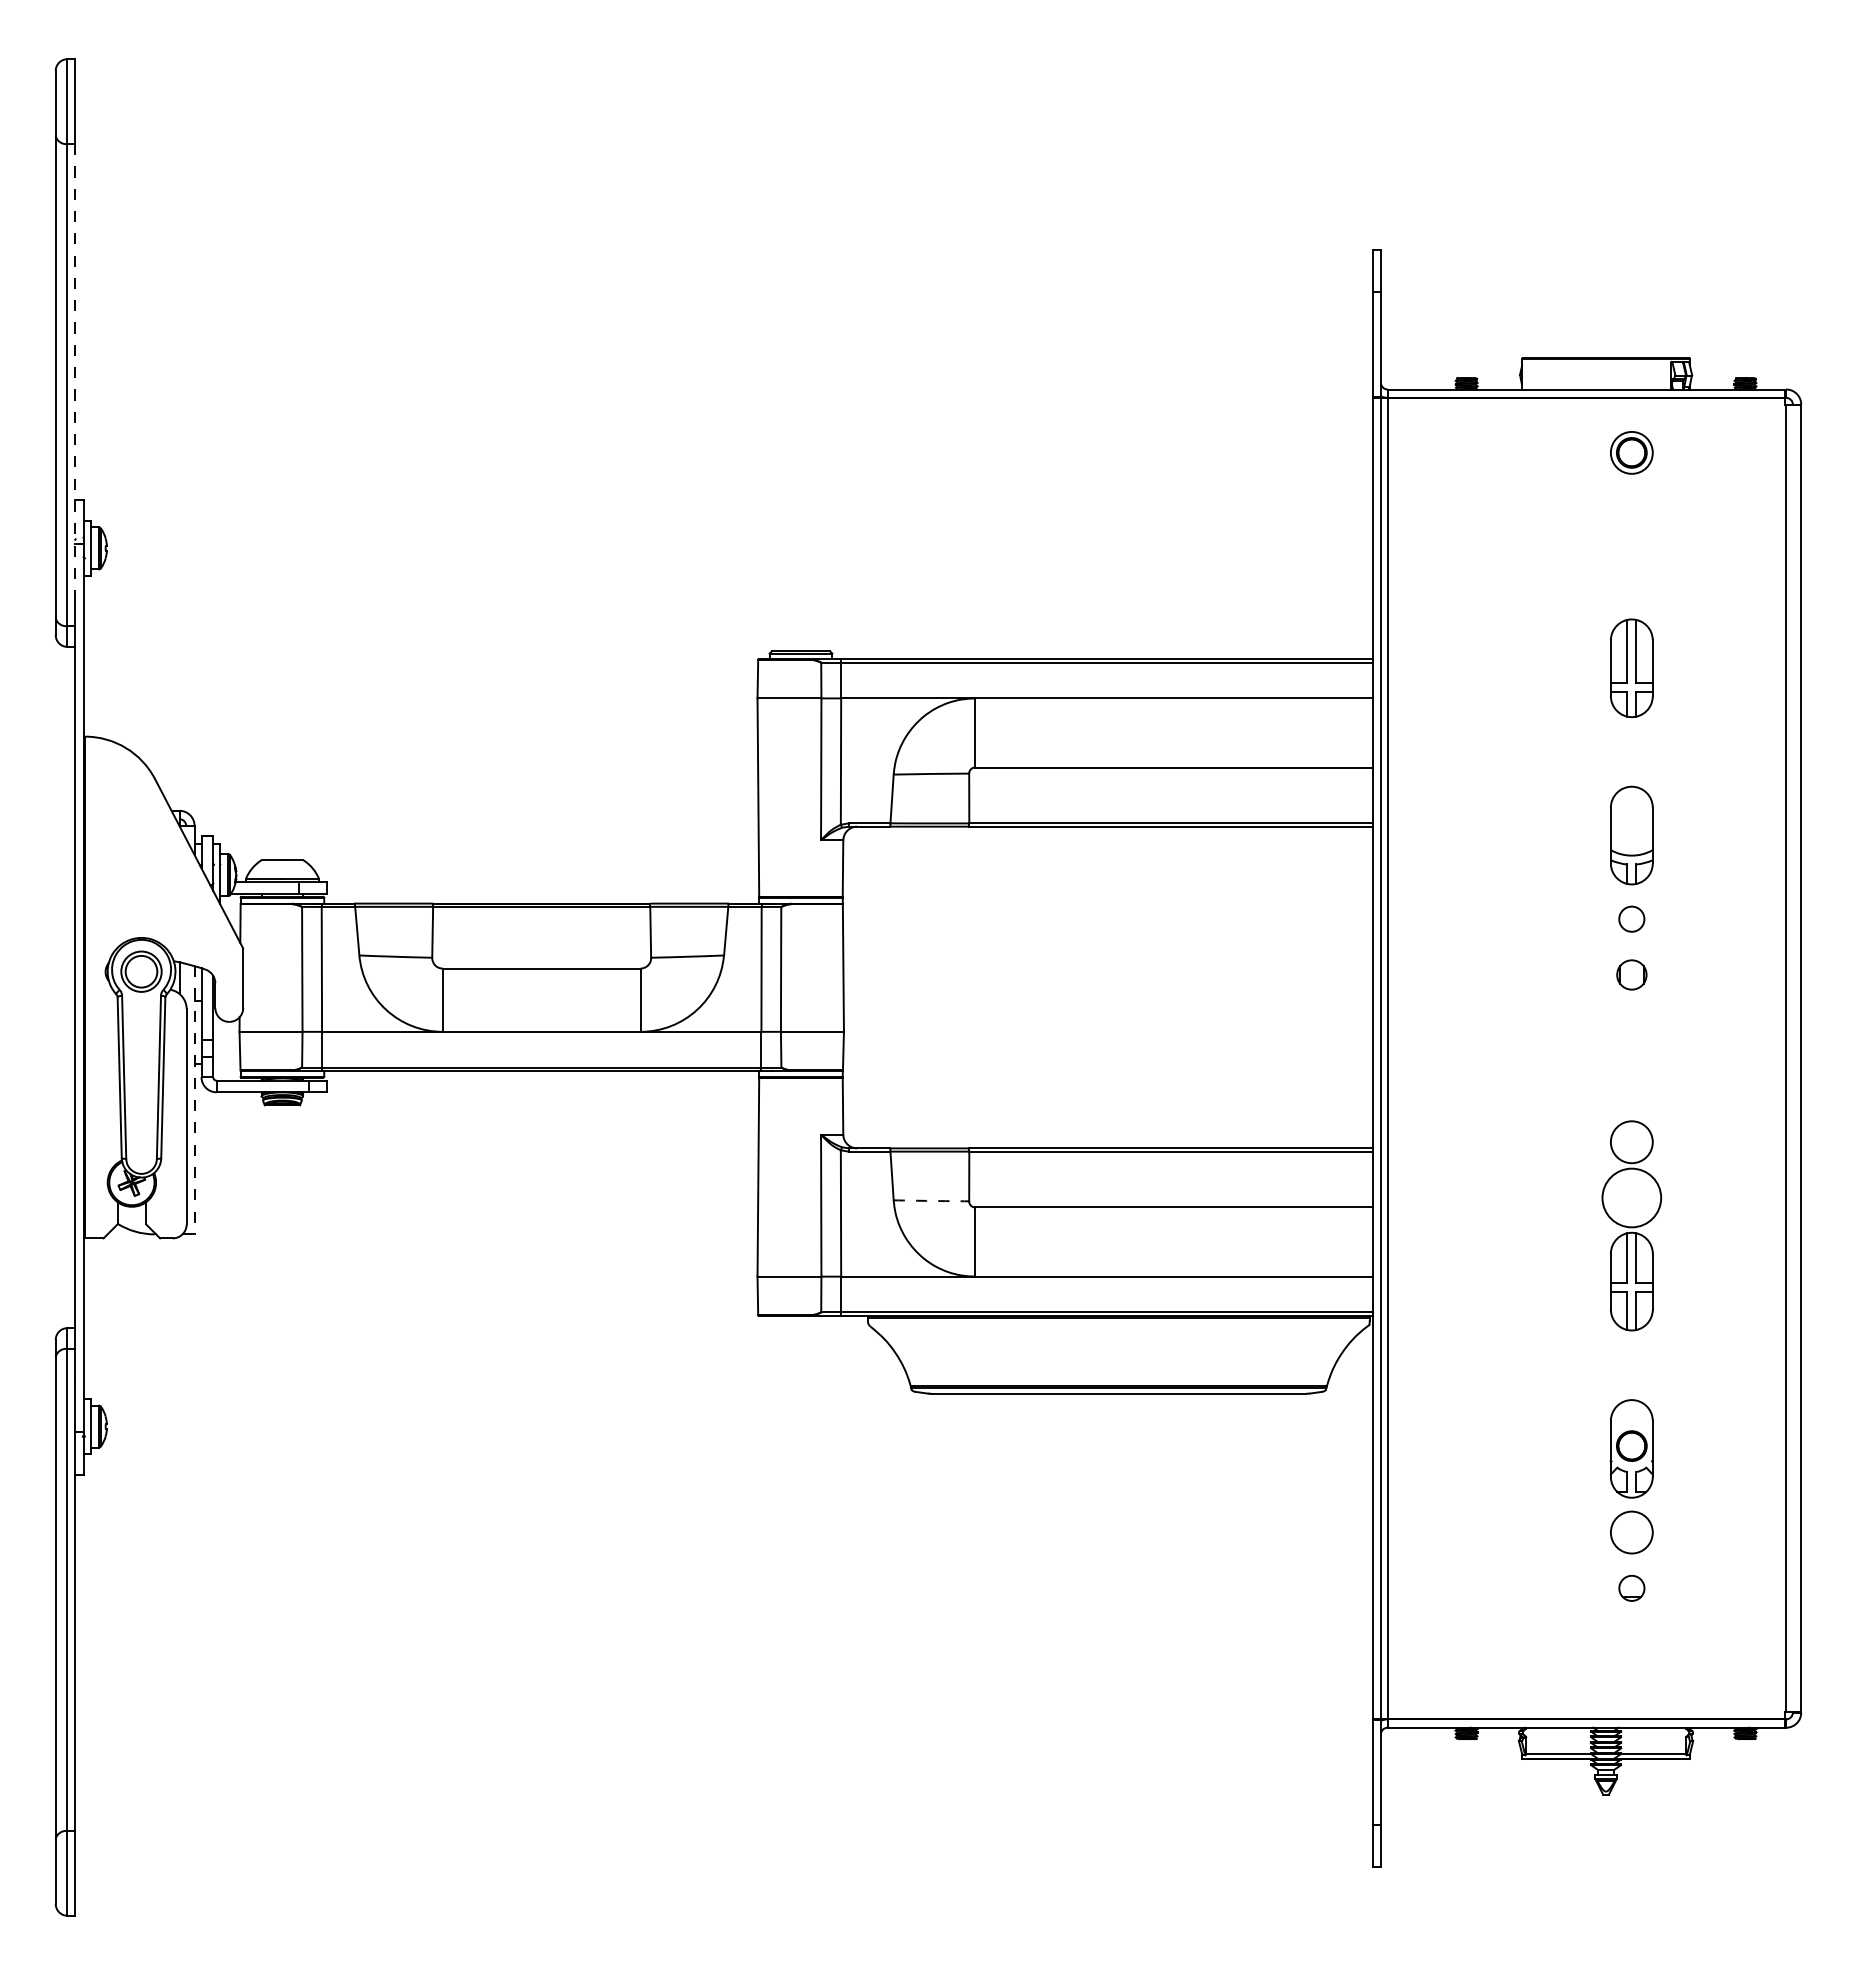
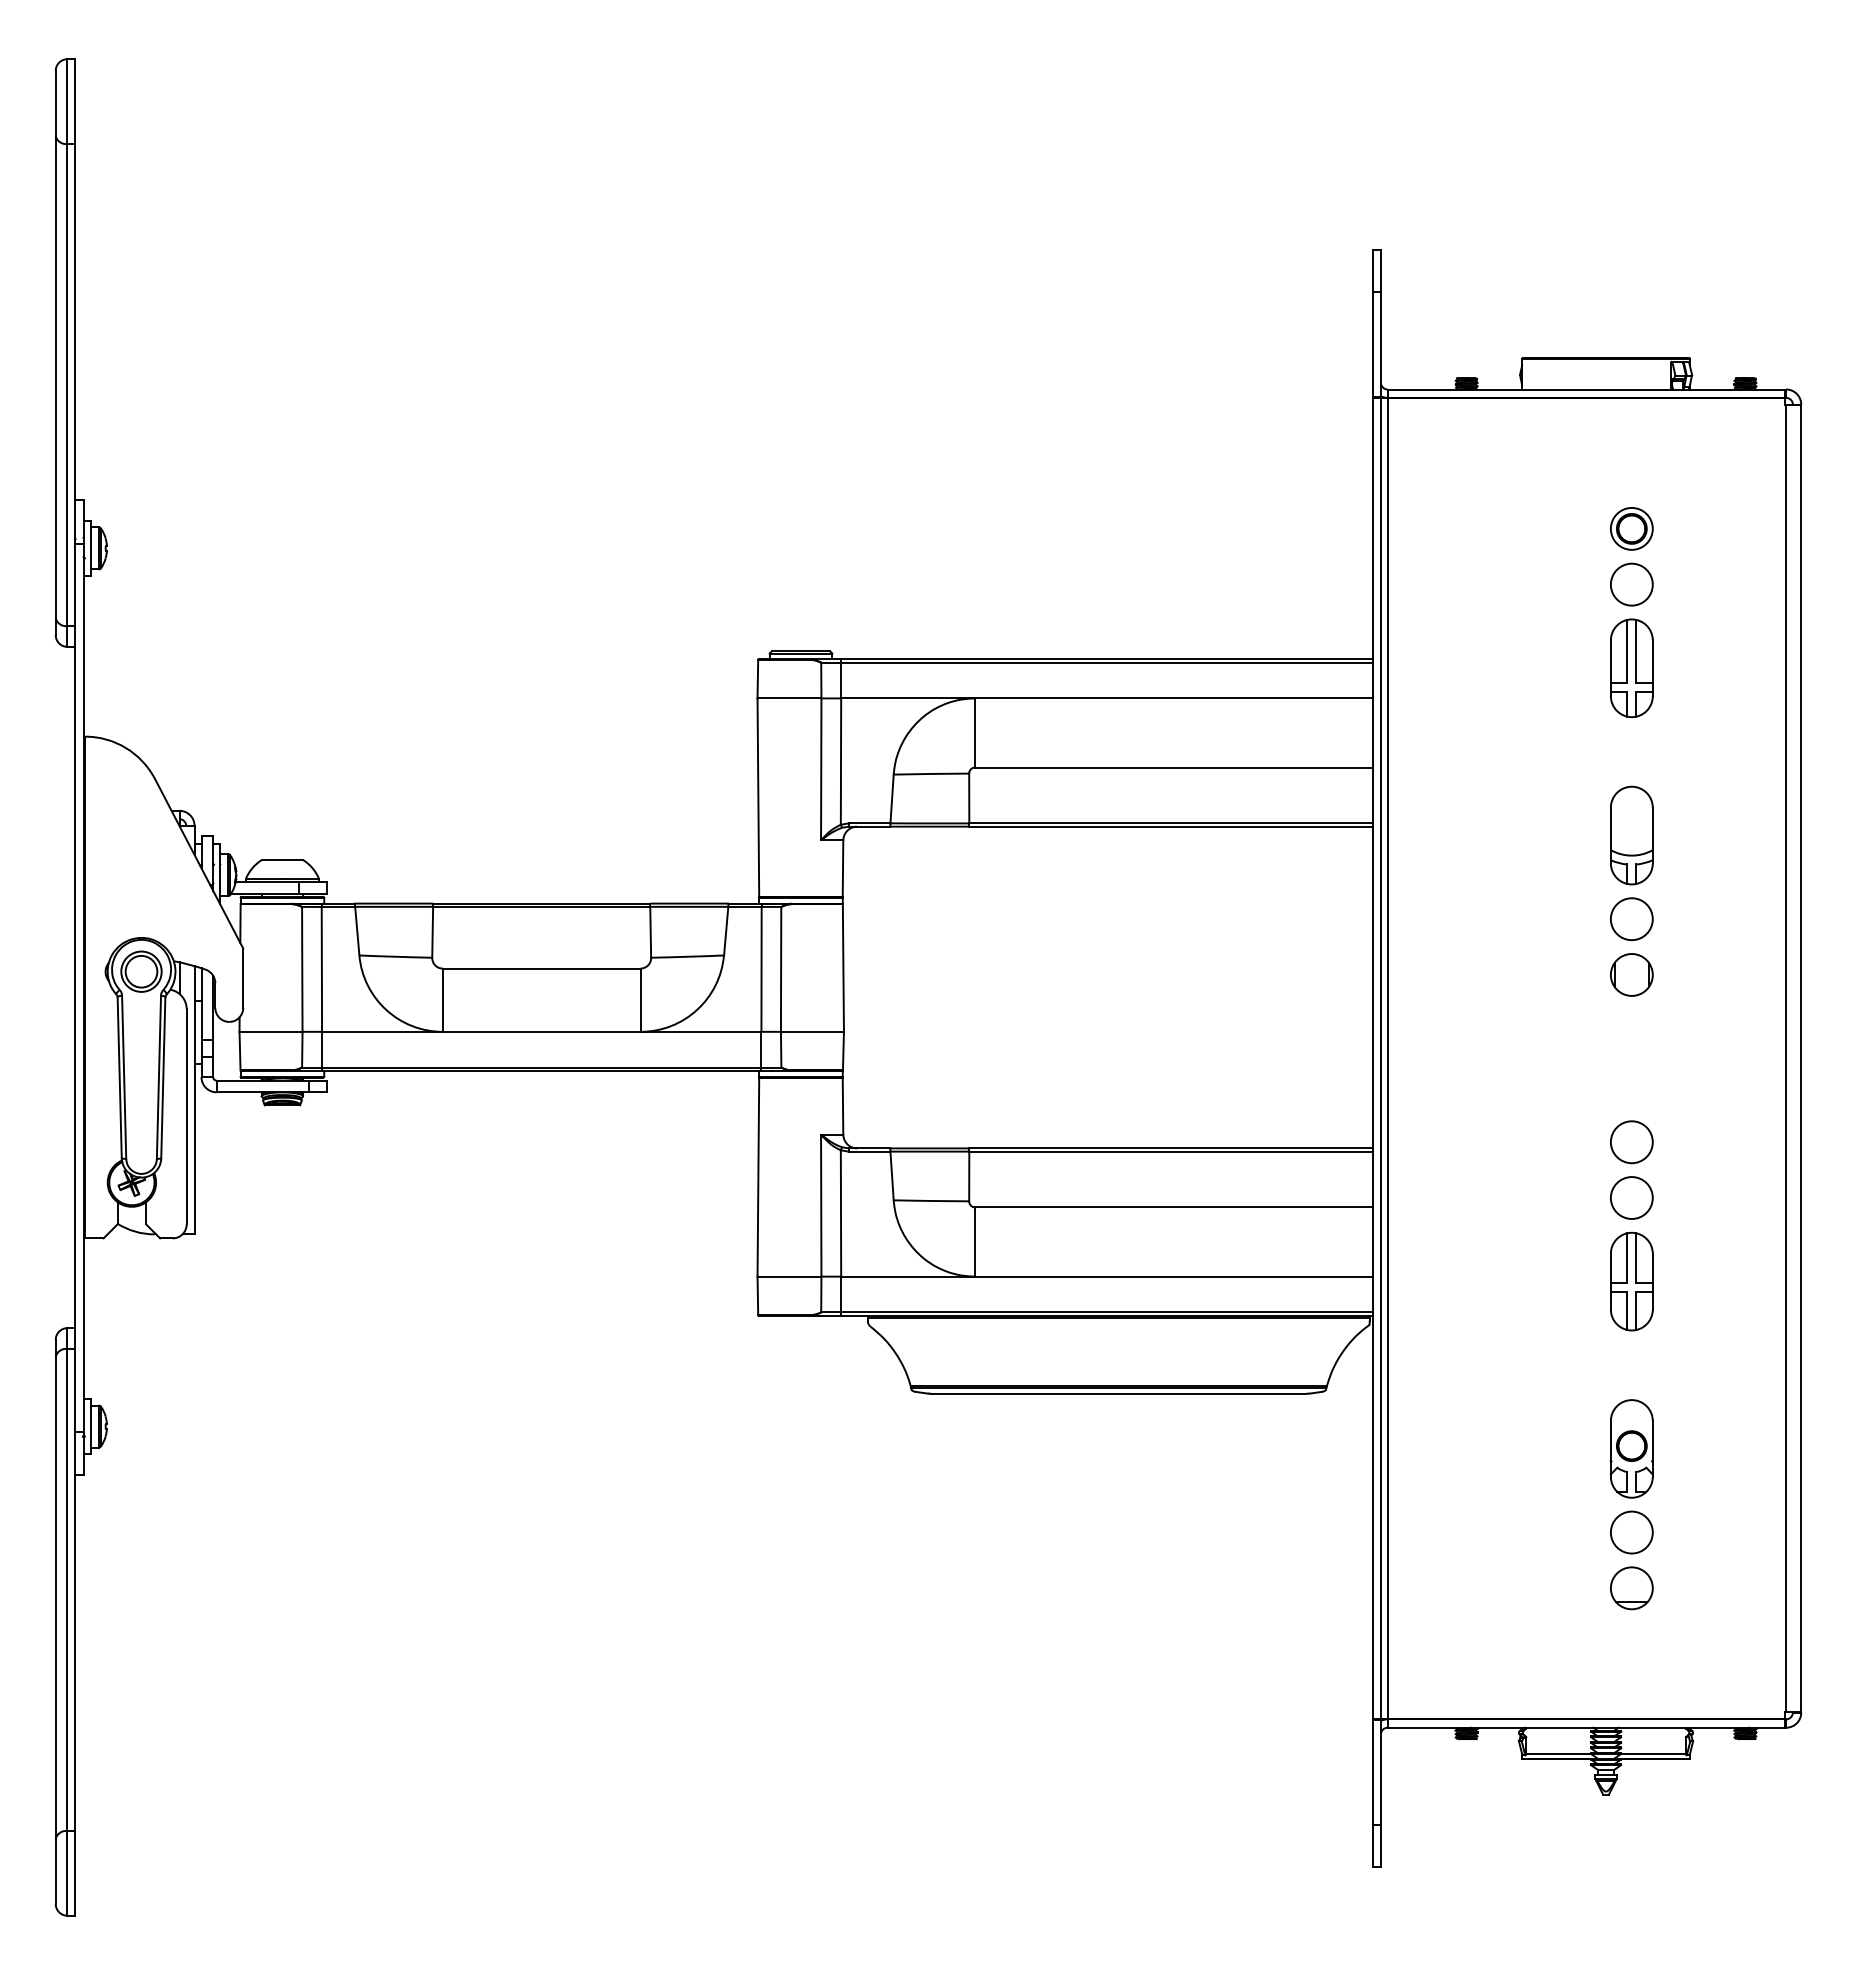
line at (75, 368): dashed -> solid
part at (1631, 452) position: (1631, 452) -> (1631, 528)
circle at (1631, 584): none -> present
circle at (1631, 918) diameter: 25 px -> 42 px
part at (1631, 974) size: 32x32 px -> 44x44 px
line at (194, 1100): dashed -> solid
circle at (1631, 1197) diameter: 59 px -> 42 px
arc at (931, 1200): dashed -> solid
part at (1631, 1587) size: 28x28 px -> 44x45 px
